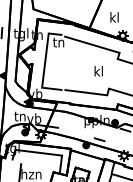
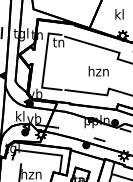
text at (114, 17) position: (114, 17) -> (119, 14)
text at (98, 71): kl -> hzn
text at (19, 116): tn -> kl
